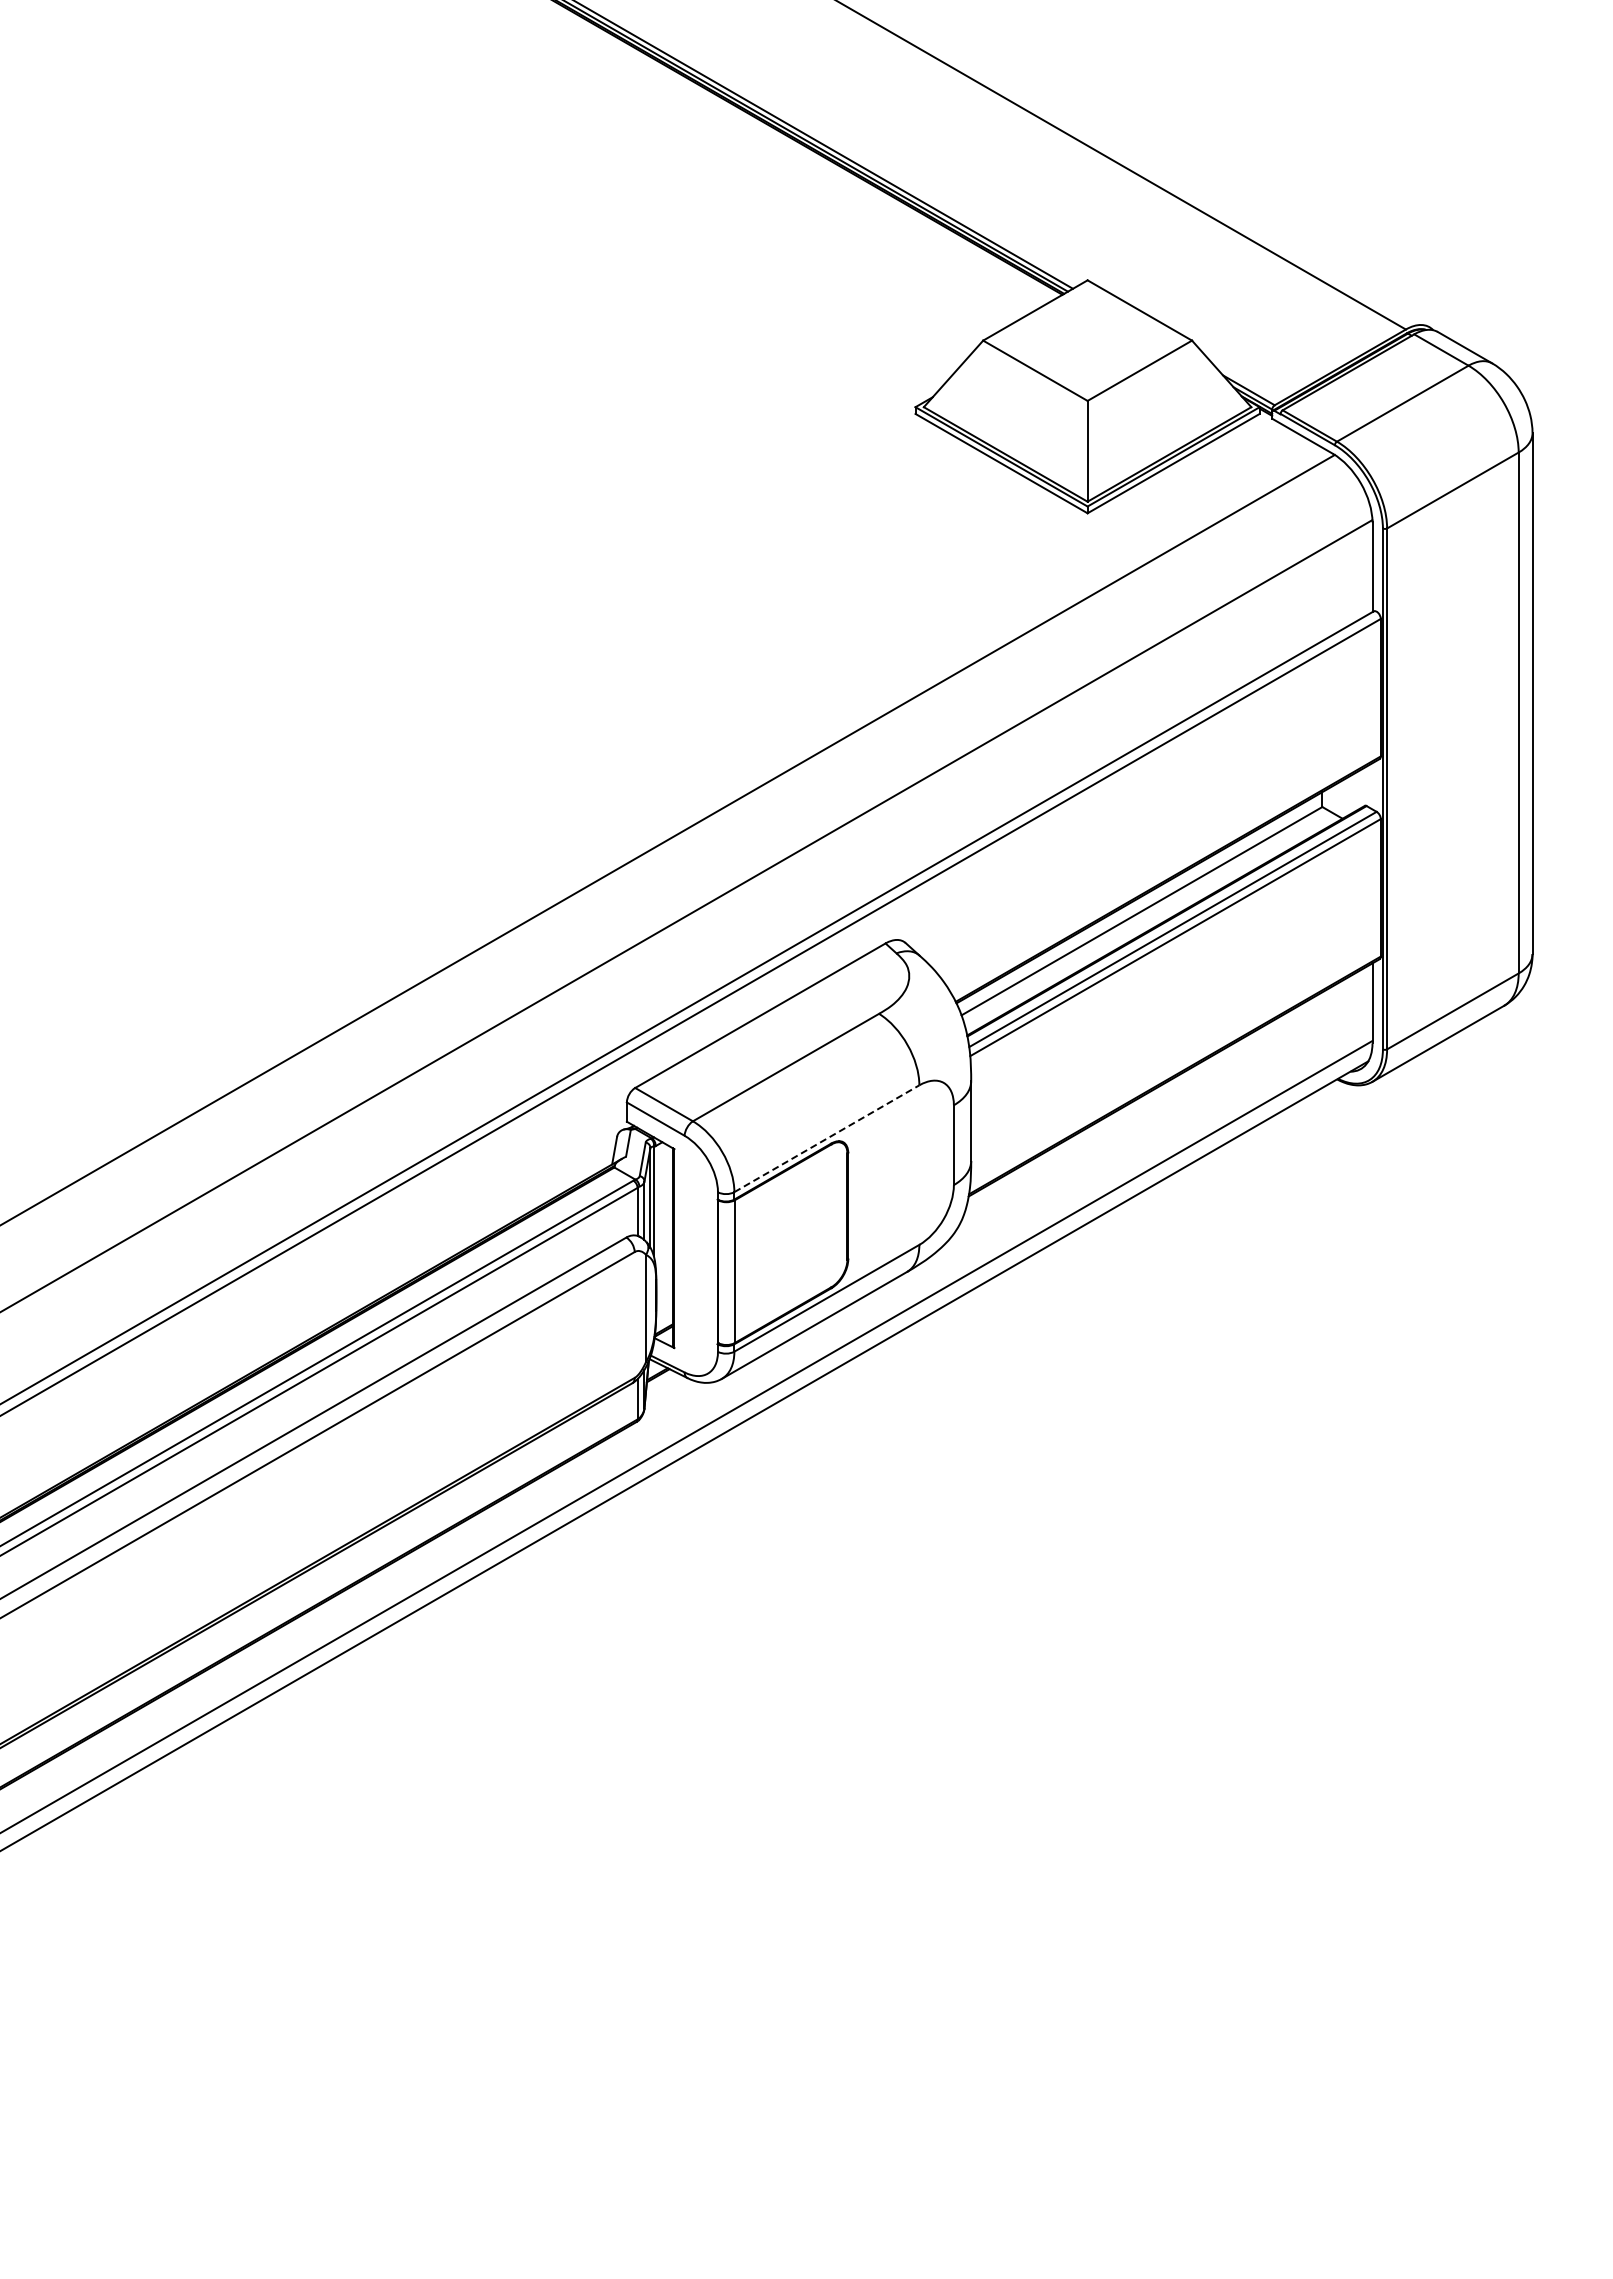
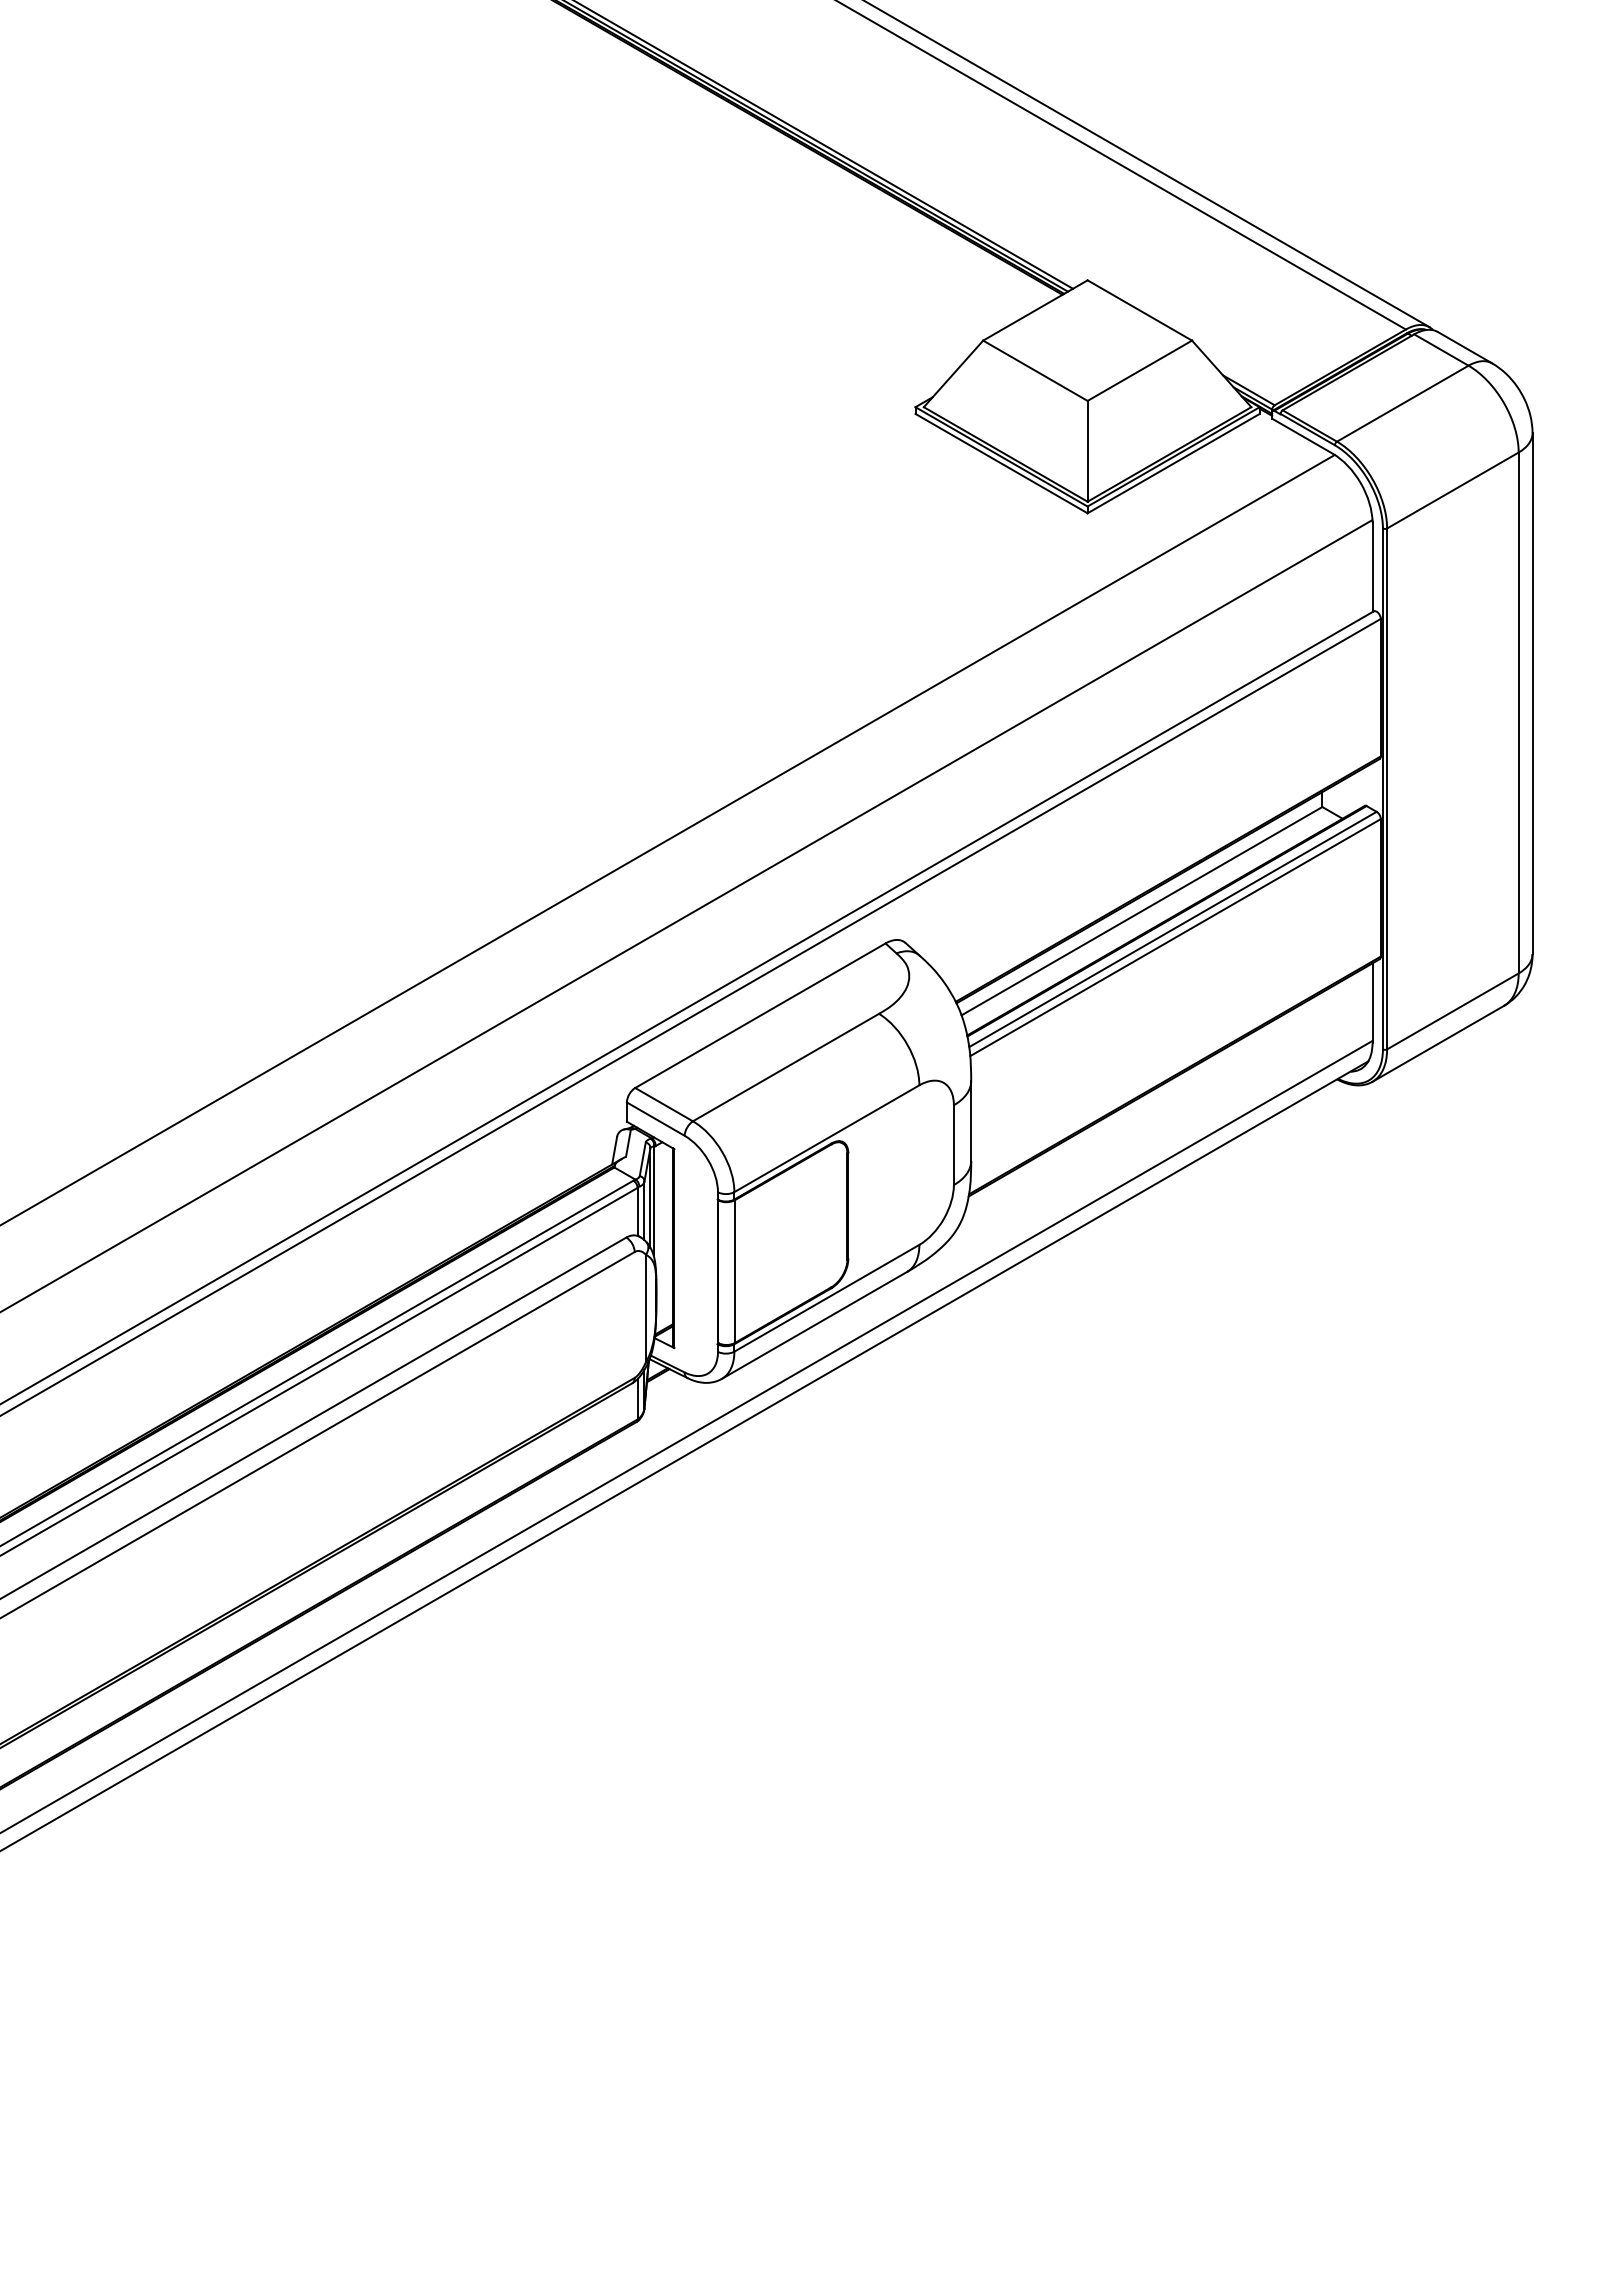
line at (1147, 164): none -> present
line at (826, 1138): dashed -> solid
